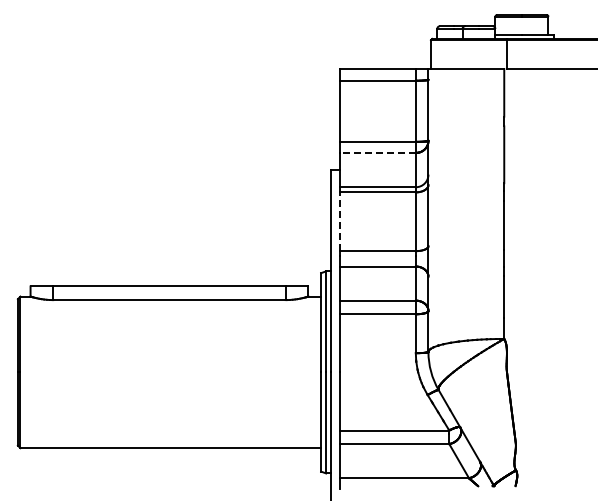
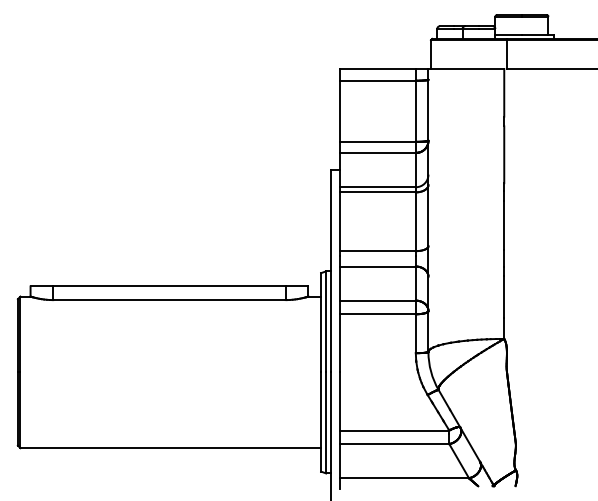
line at (377, 152): dashed -> solid
line at (340, 221): dashed -> solid
